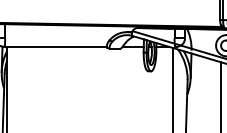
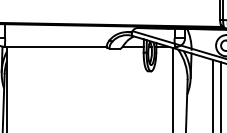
line at (213, 94): none -> present
